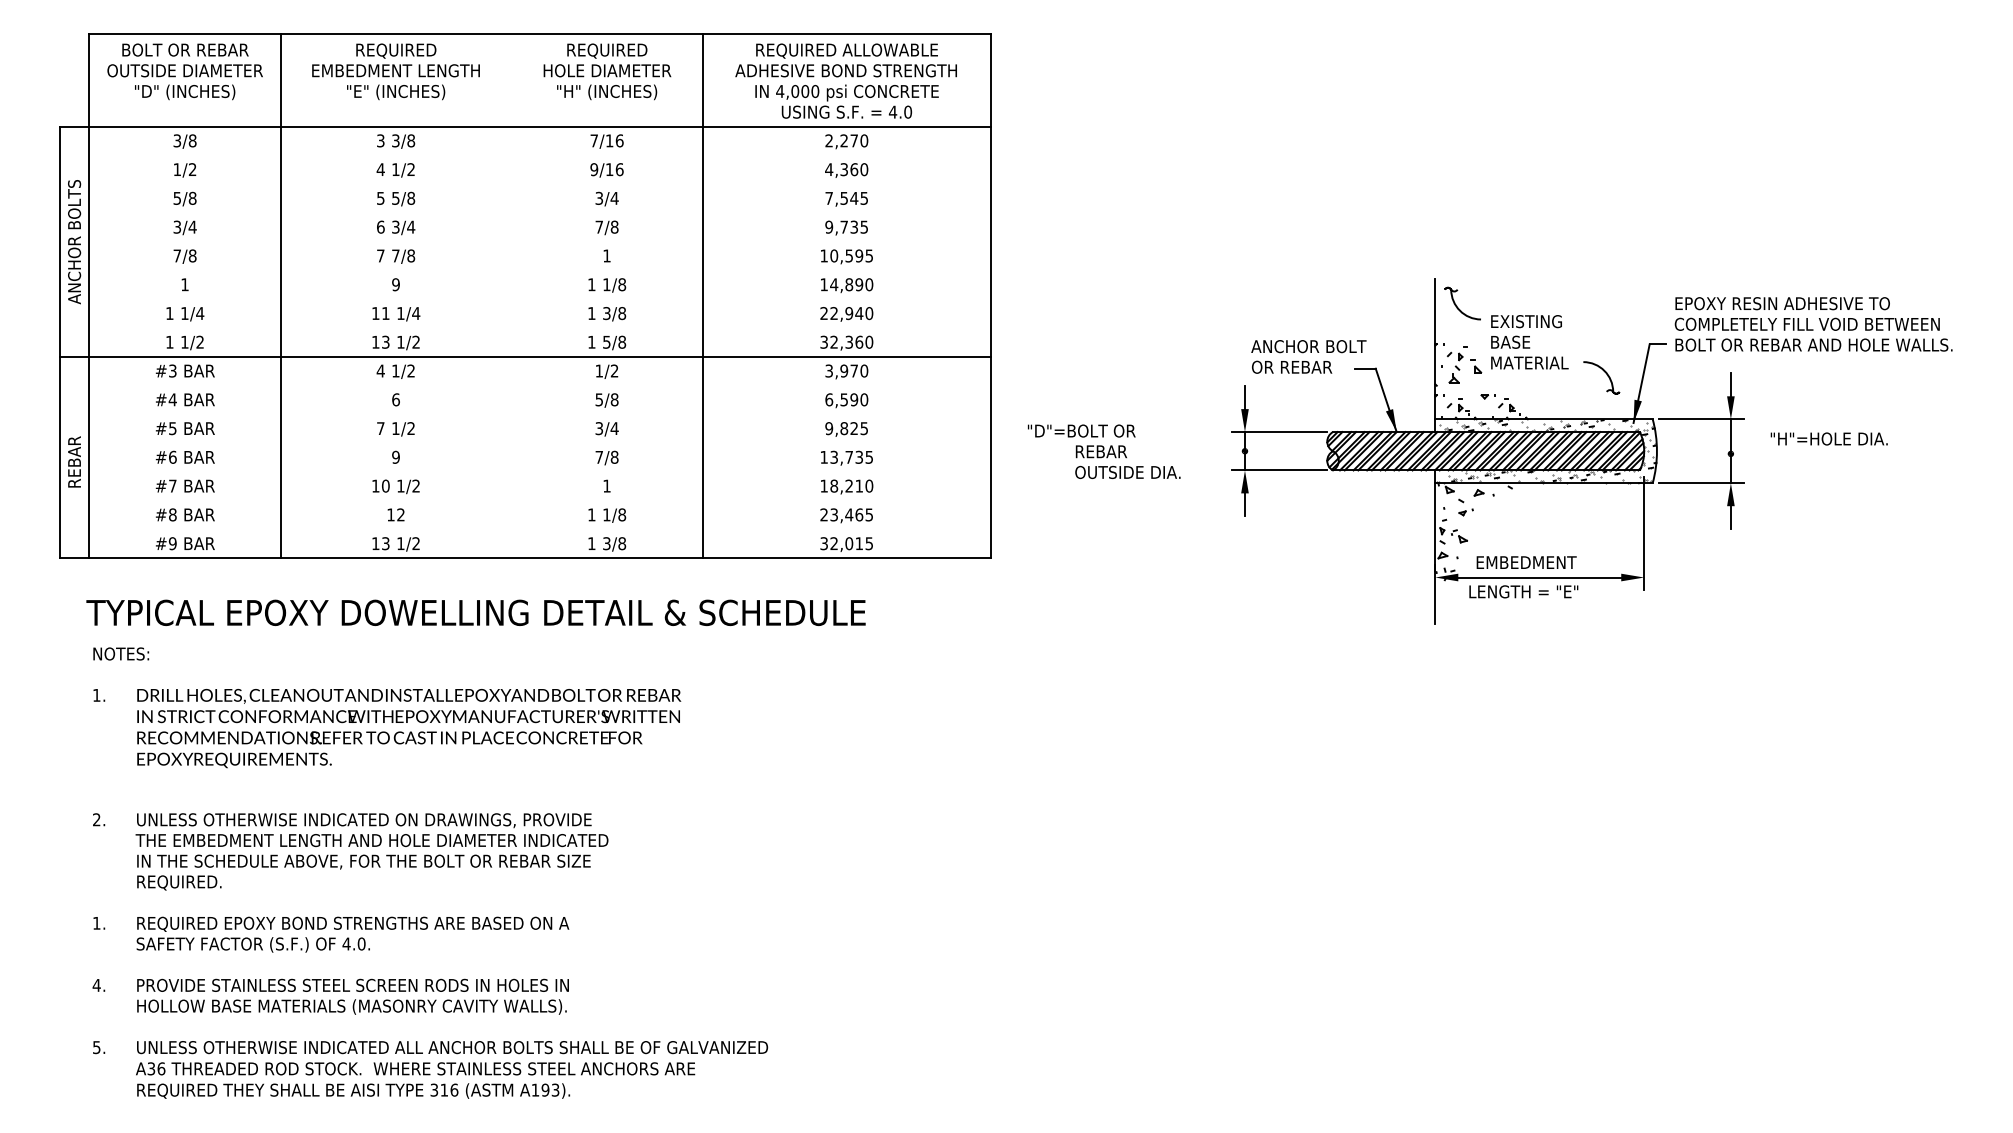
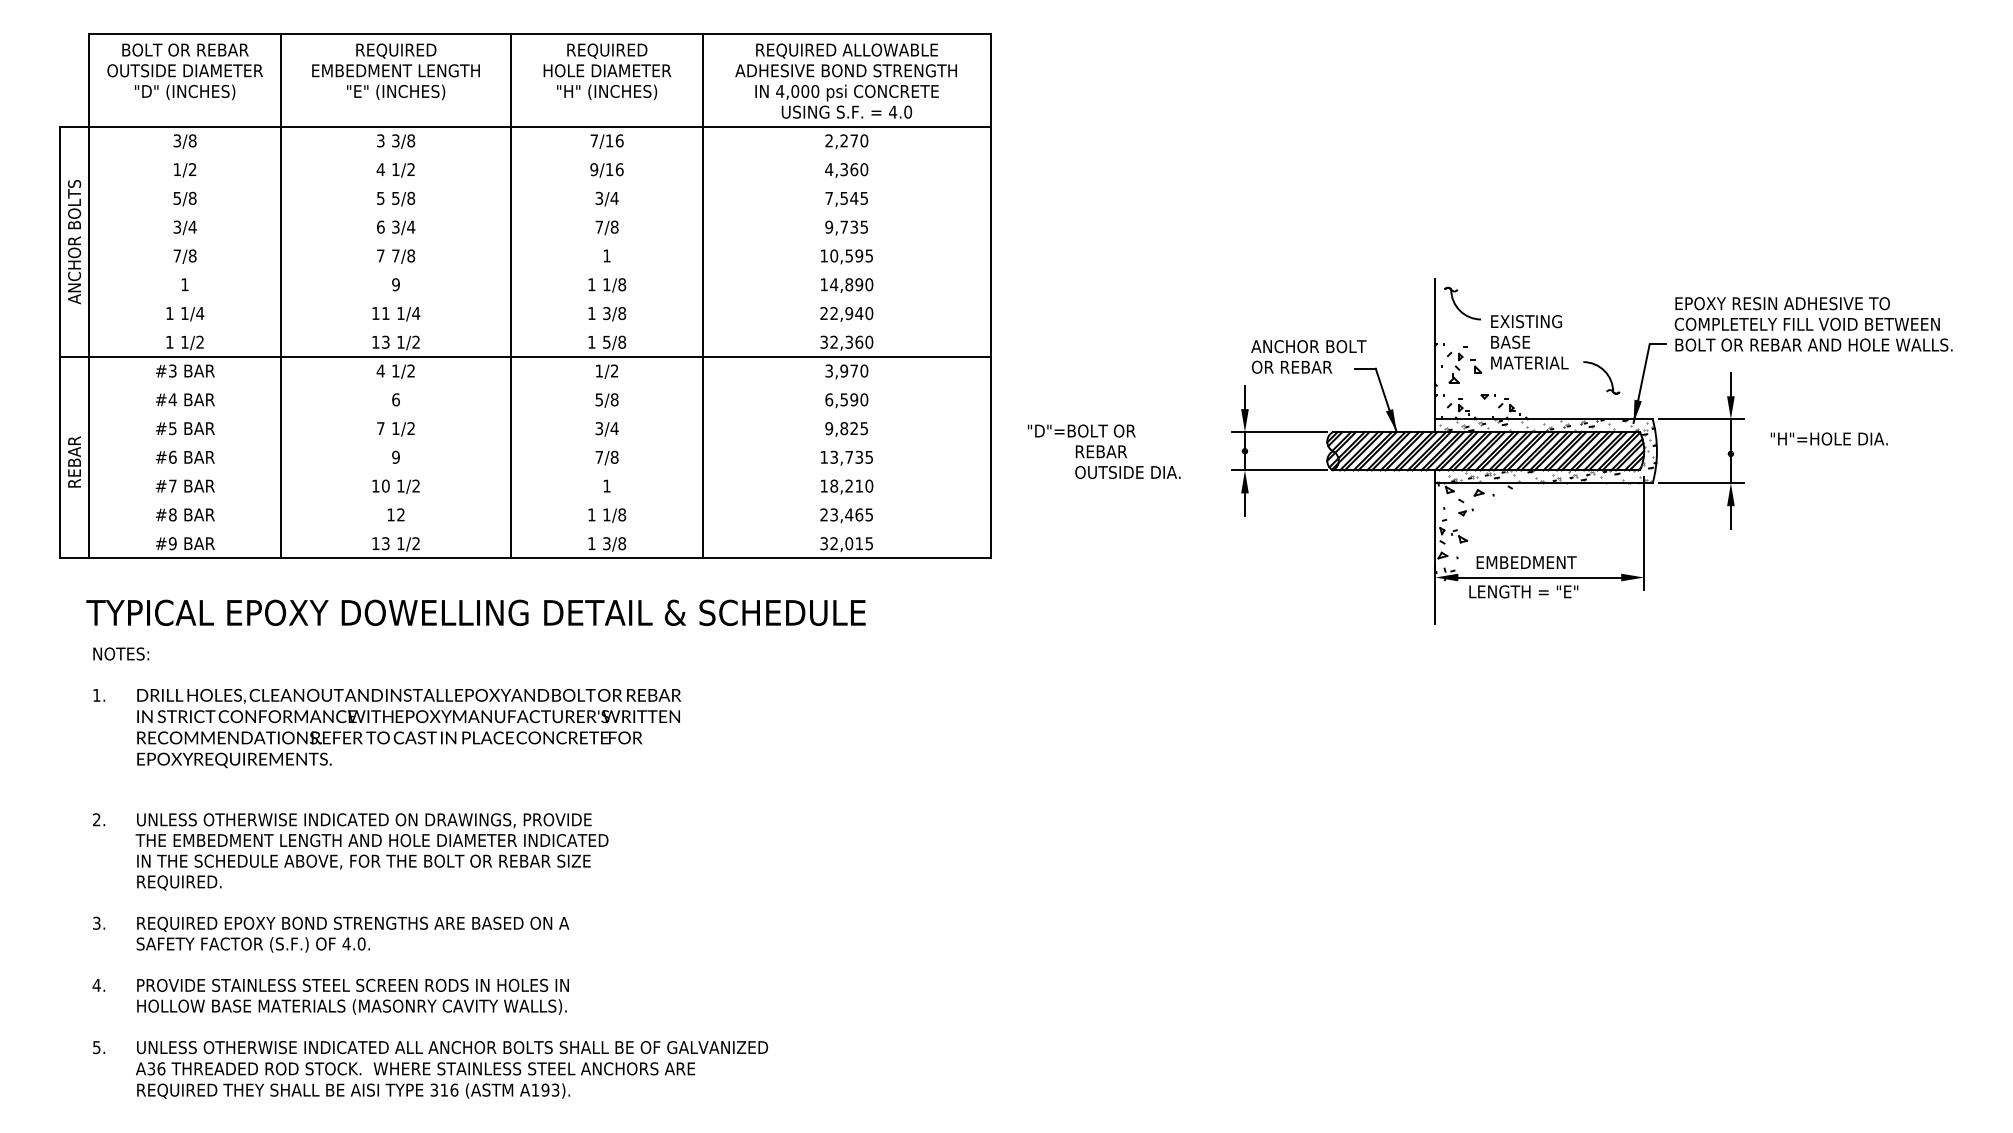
line at (511, 296): none -> present
text at (96, 922): 1. -> 3.
